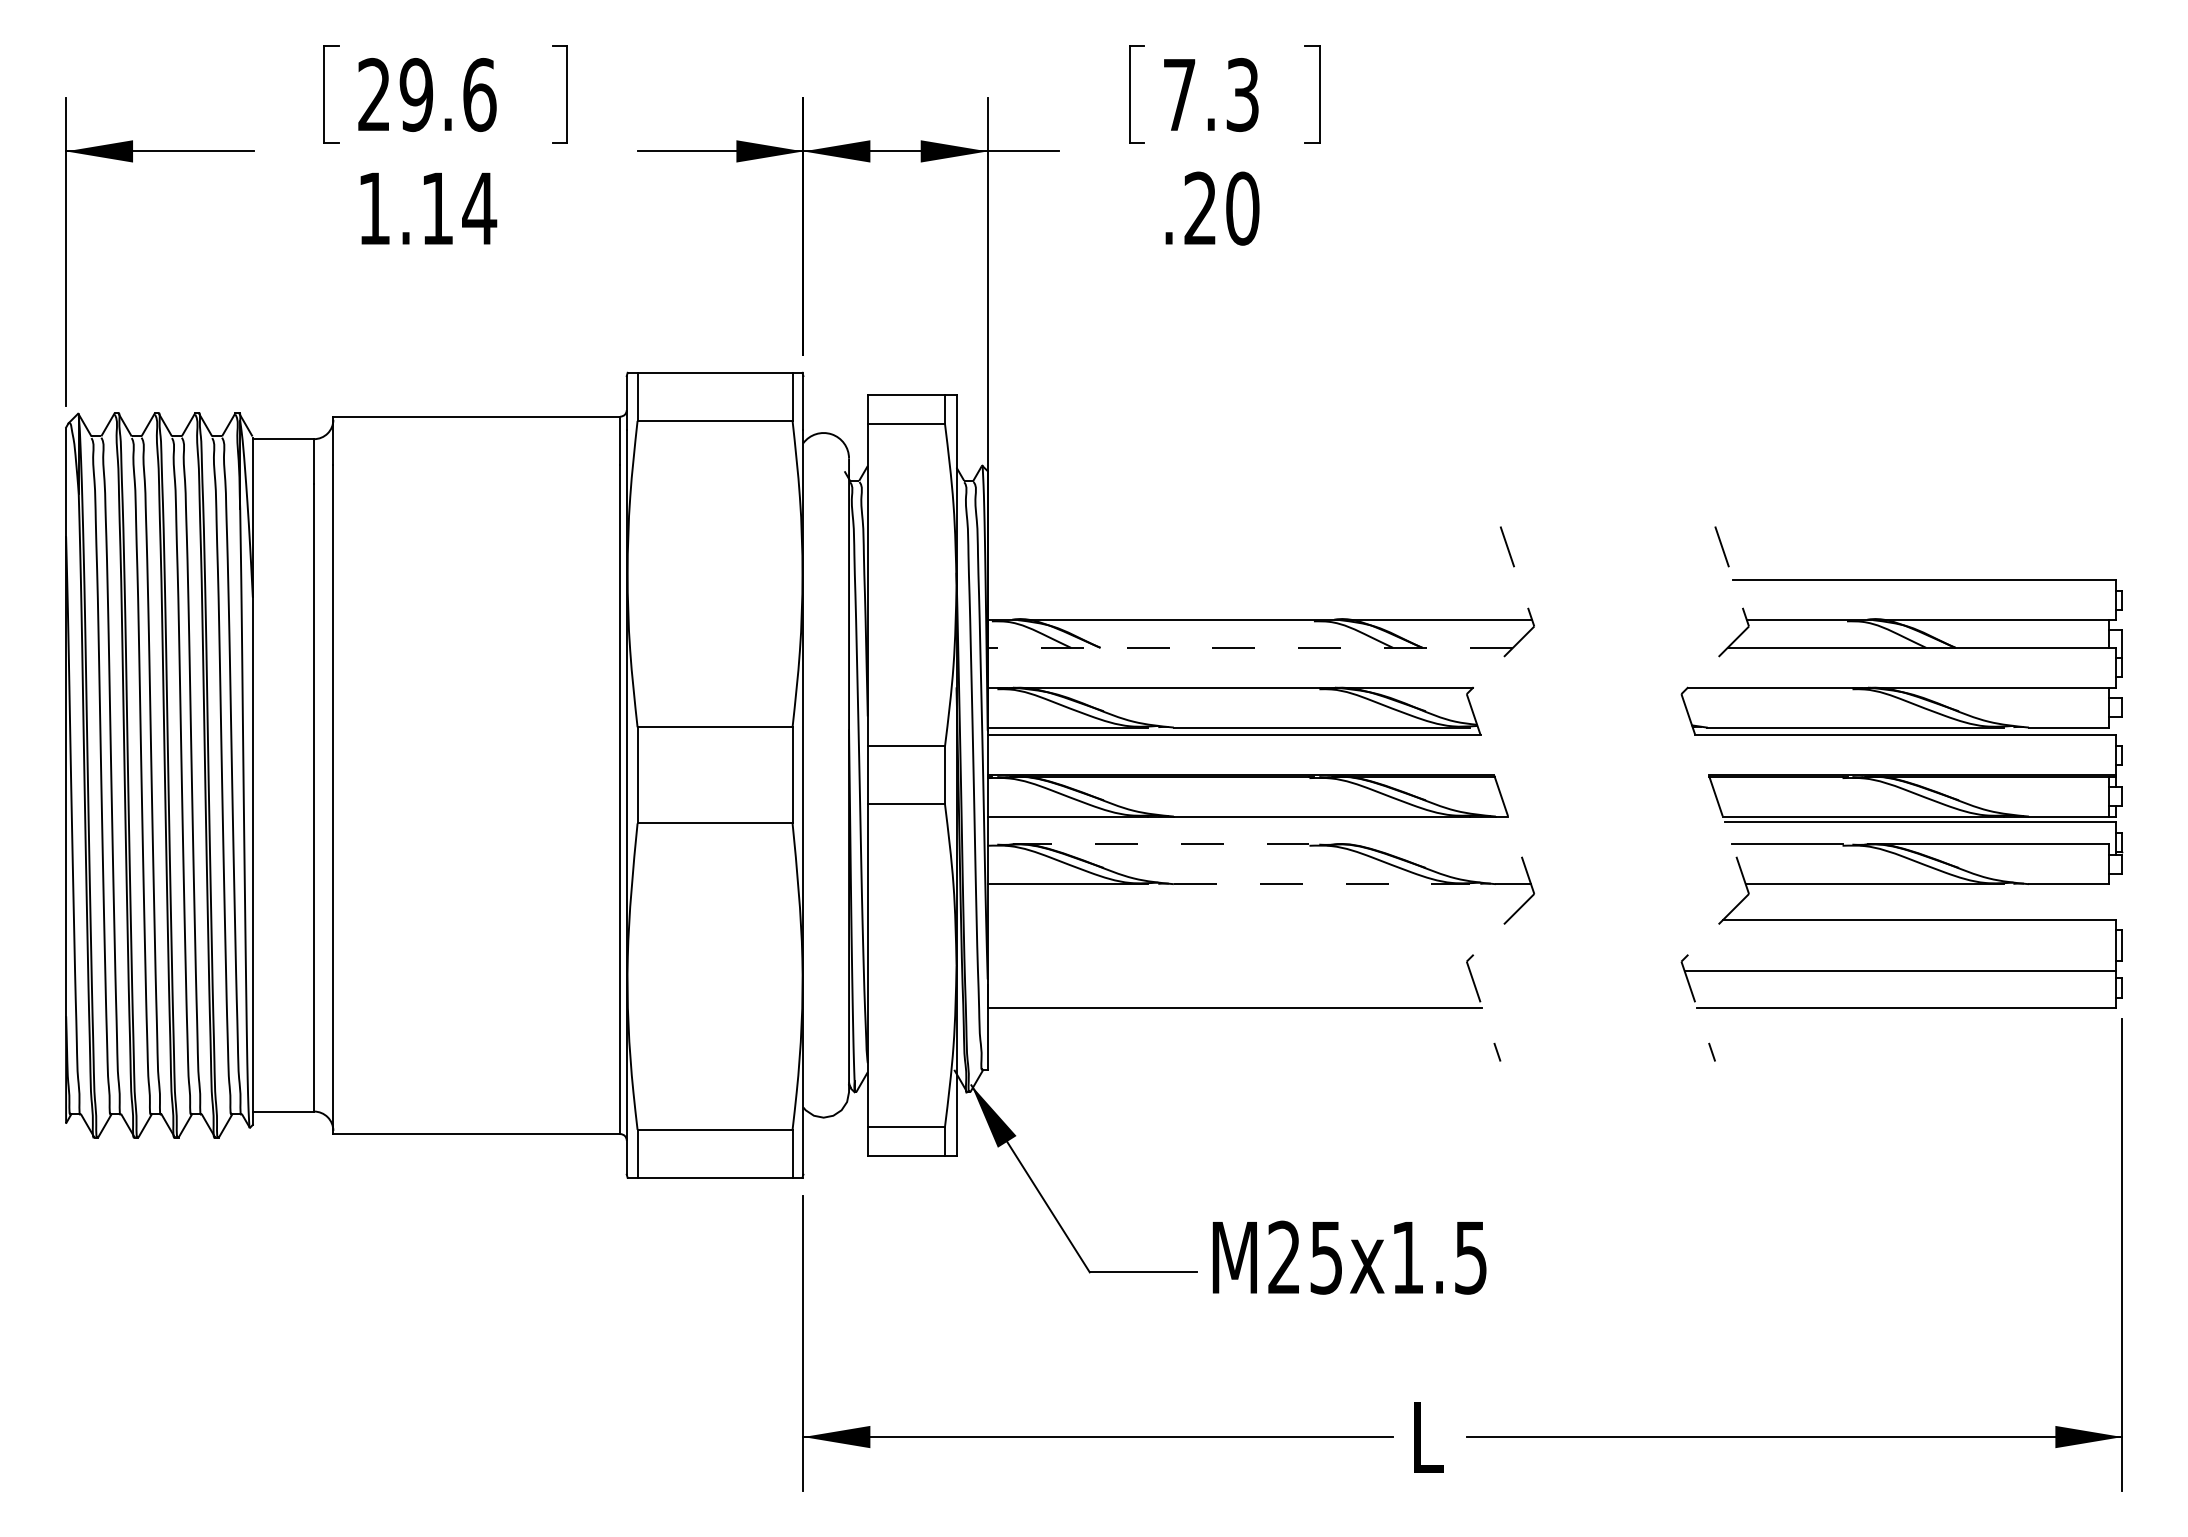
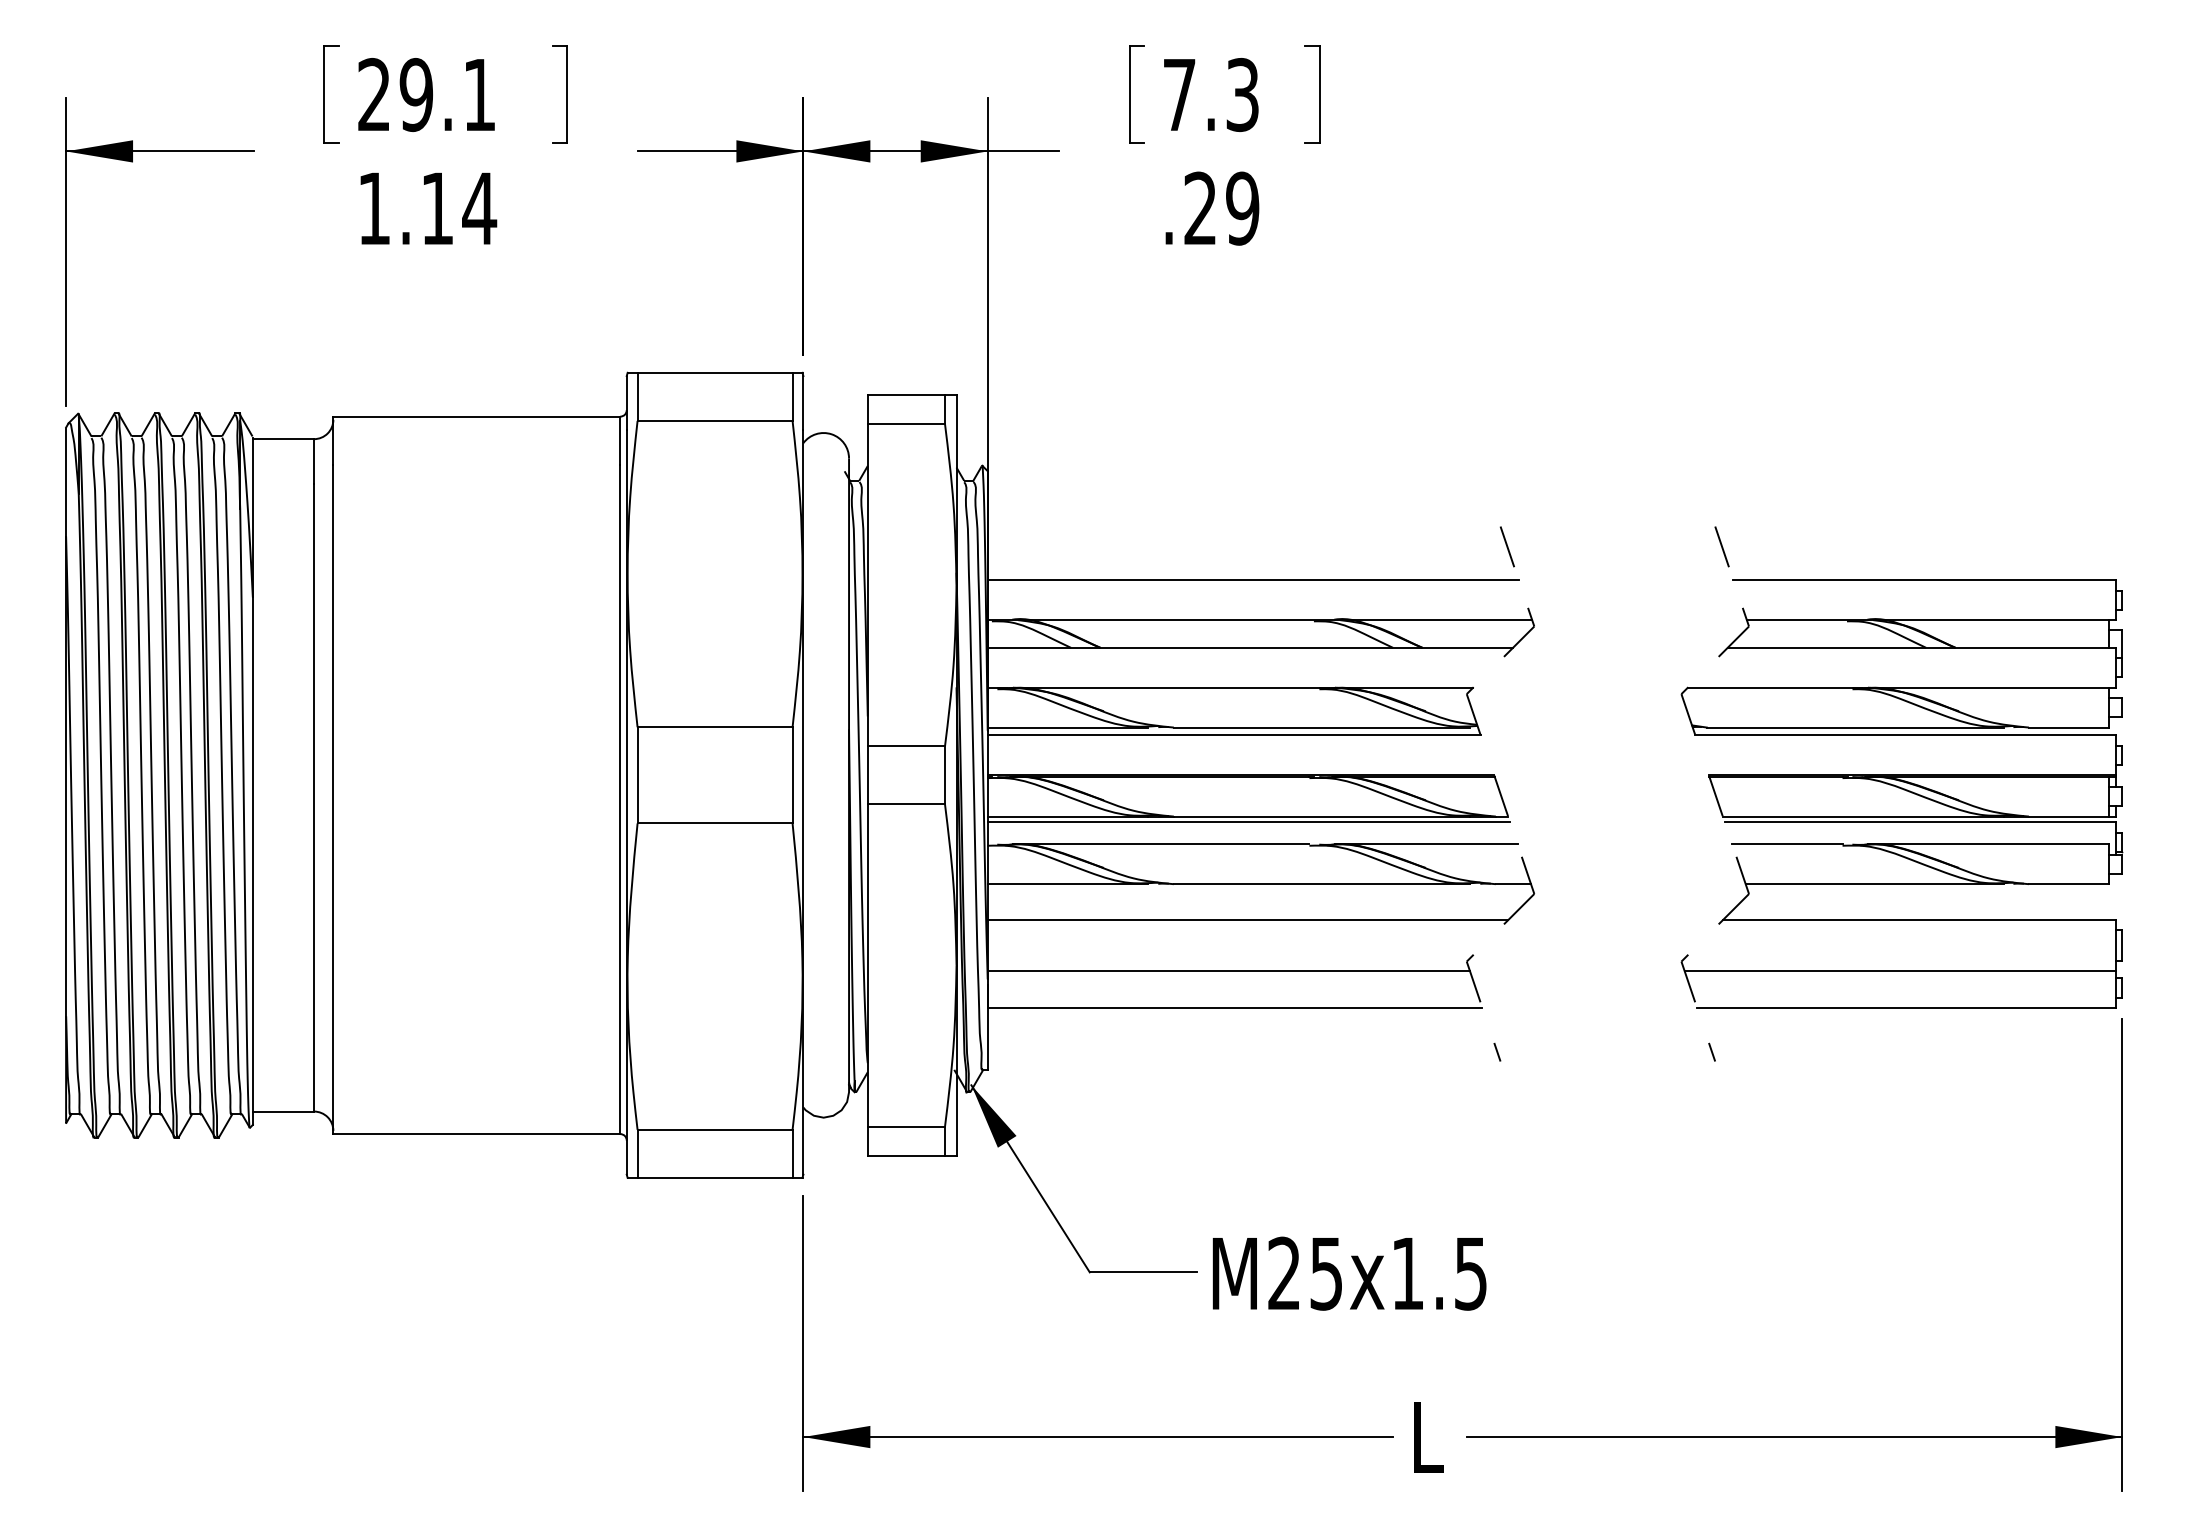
text at (479, 95): 29.6 -> 29.1
text at (1242, 208): .20 -> .29
line at (1252, 580): none -> present
line at (1250, 647): dashed -> solid
line at (1248, 822): none -> present
line at (1160, 844): dashed -> solid
line at (1425, 844): none -> present
line at (1322, 884): dashed -> solid
line at (1247, 919): none -> present
line at (1228, 970): none -> present
text at (1349, 1257) position: (1349, 1257) -> (1349, 1273)
